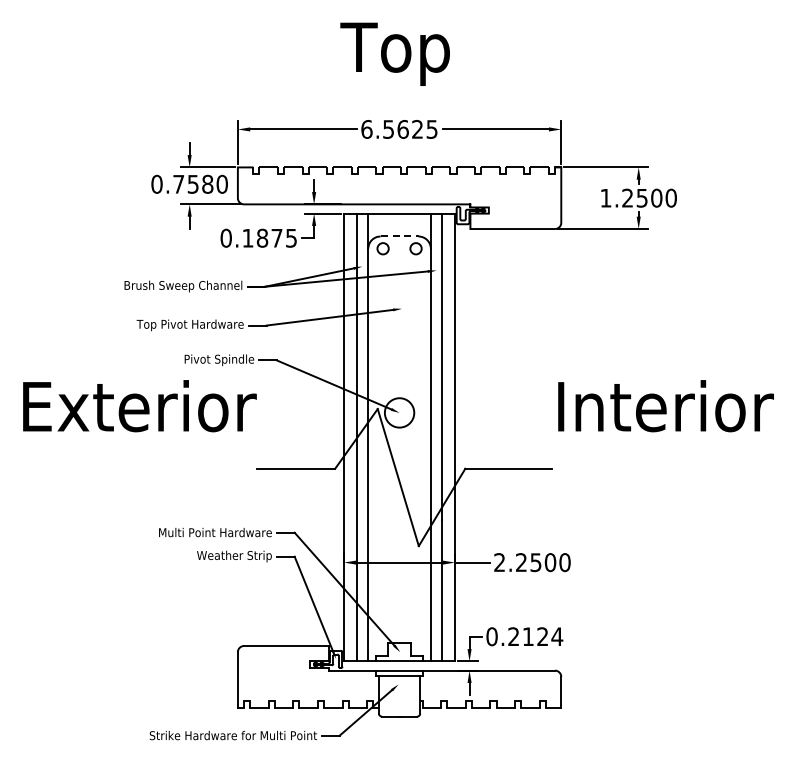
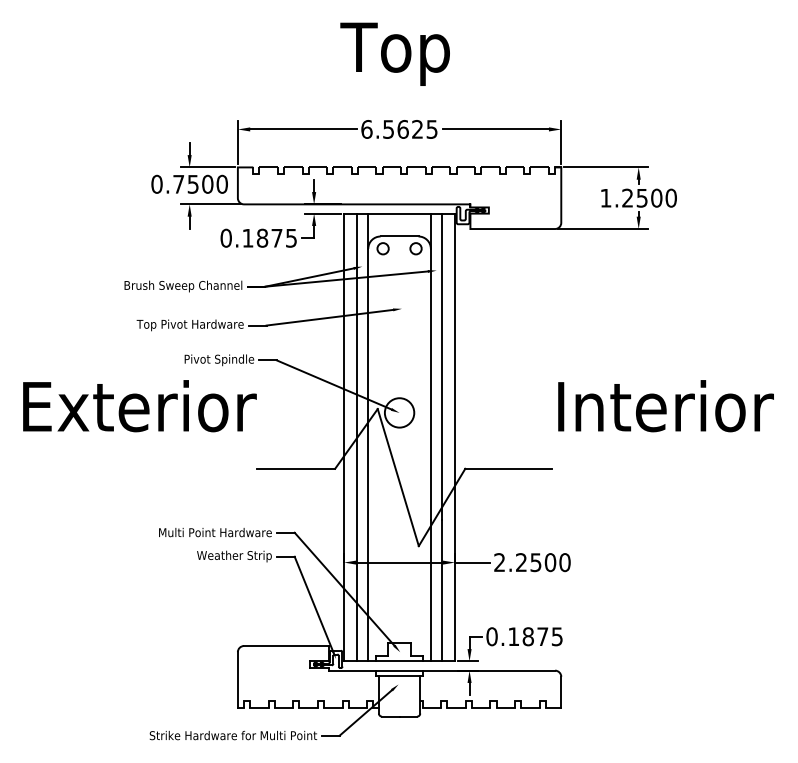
text at (207, 184): 0.7580 -> 0.7500
line at (399, 236): dashed -> solid
text at (535, 636): 0.2124 -> 0.1875
